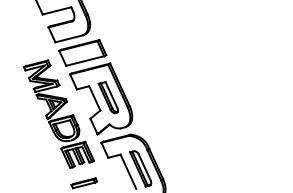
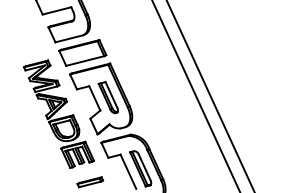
line at (196, 95): none -> present
line at (210, 95): none -> present
part at (84, 183) position: (84, 183) -> (90, 182)
